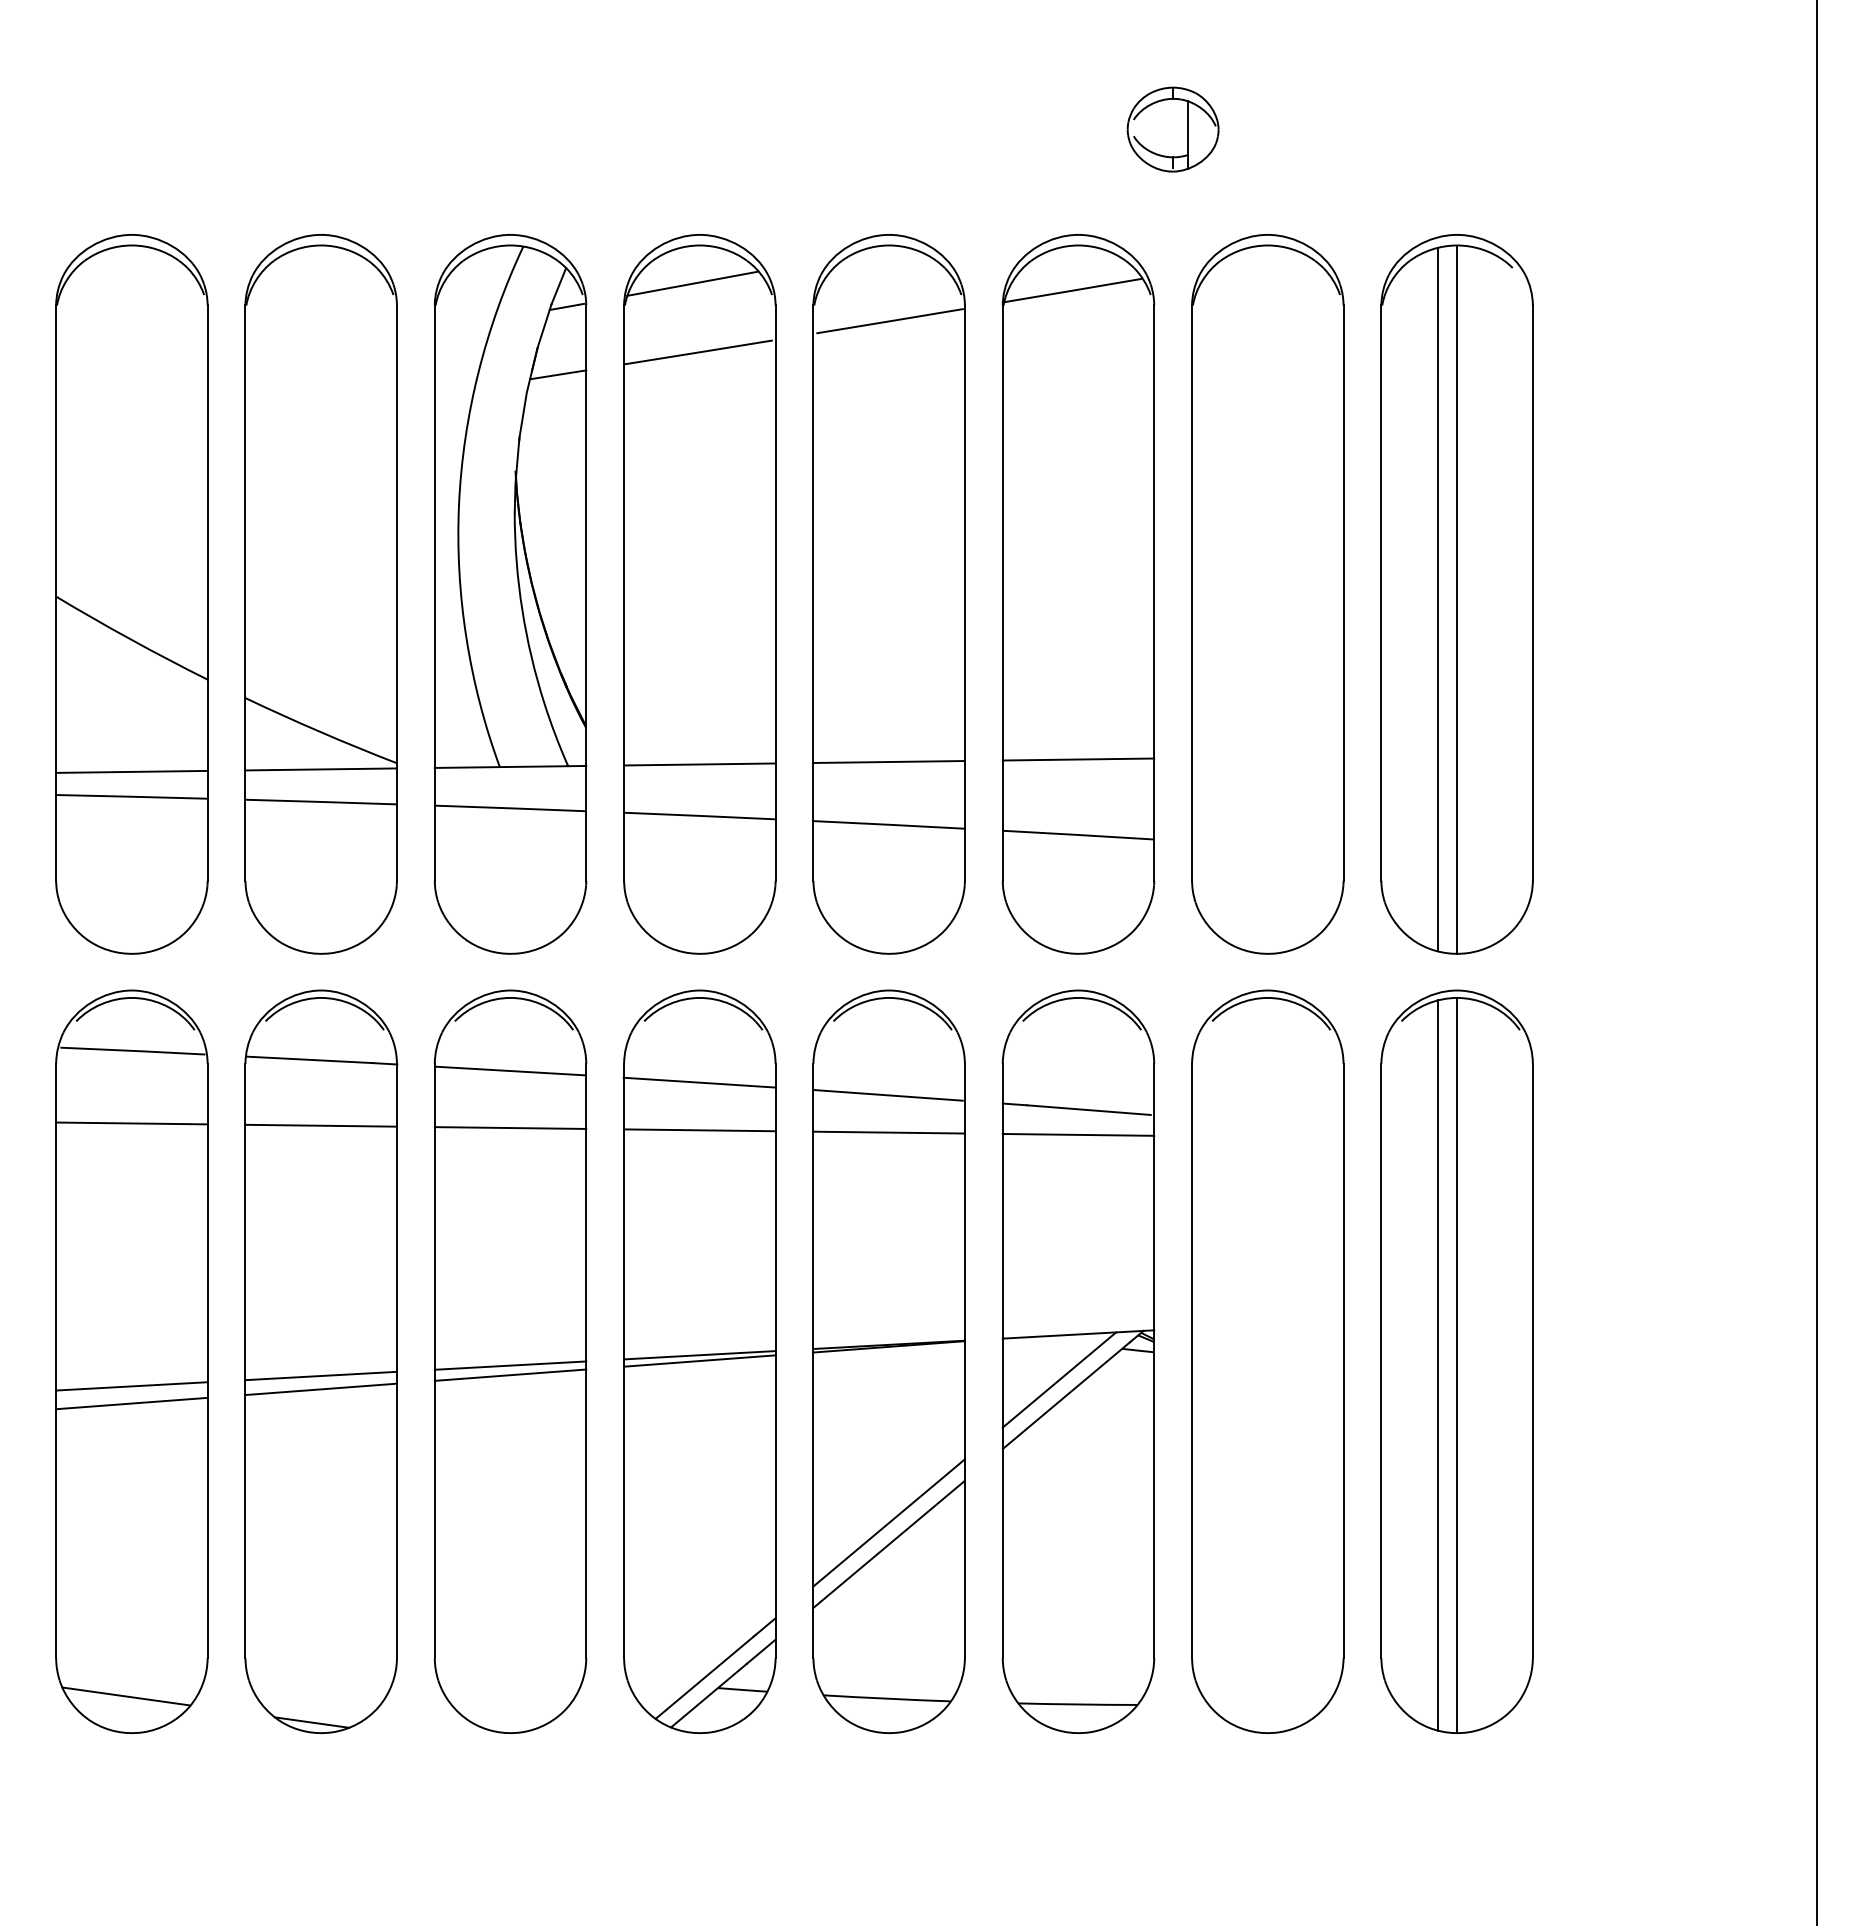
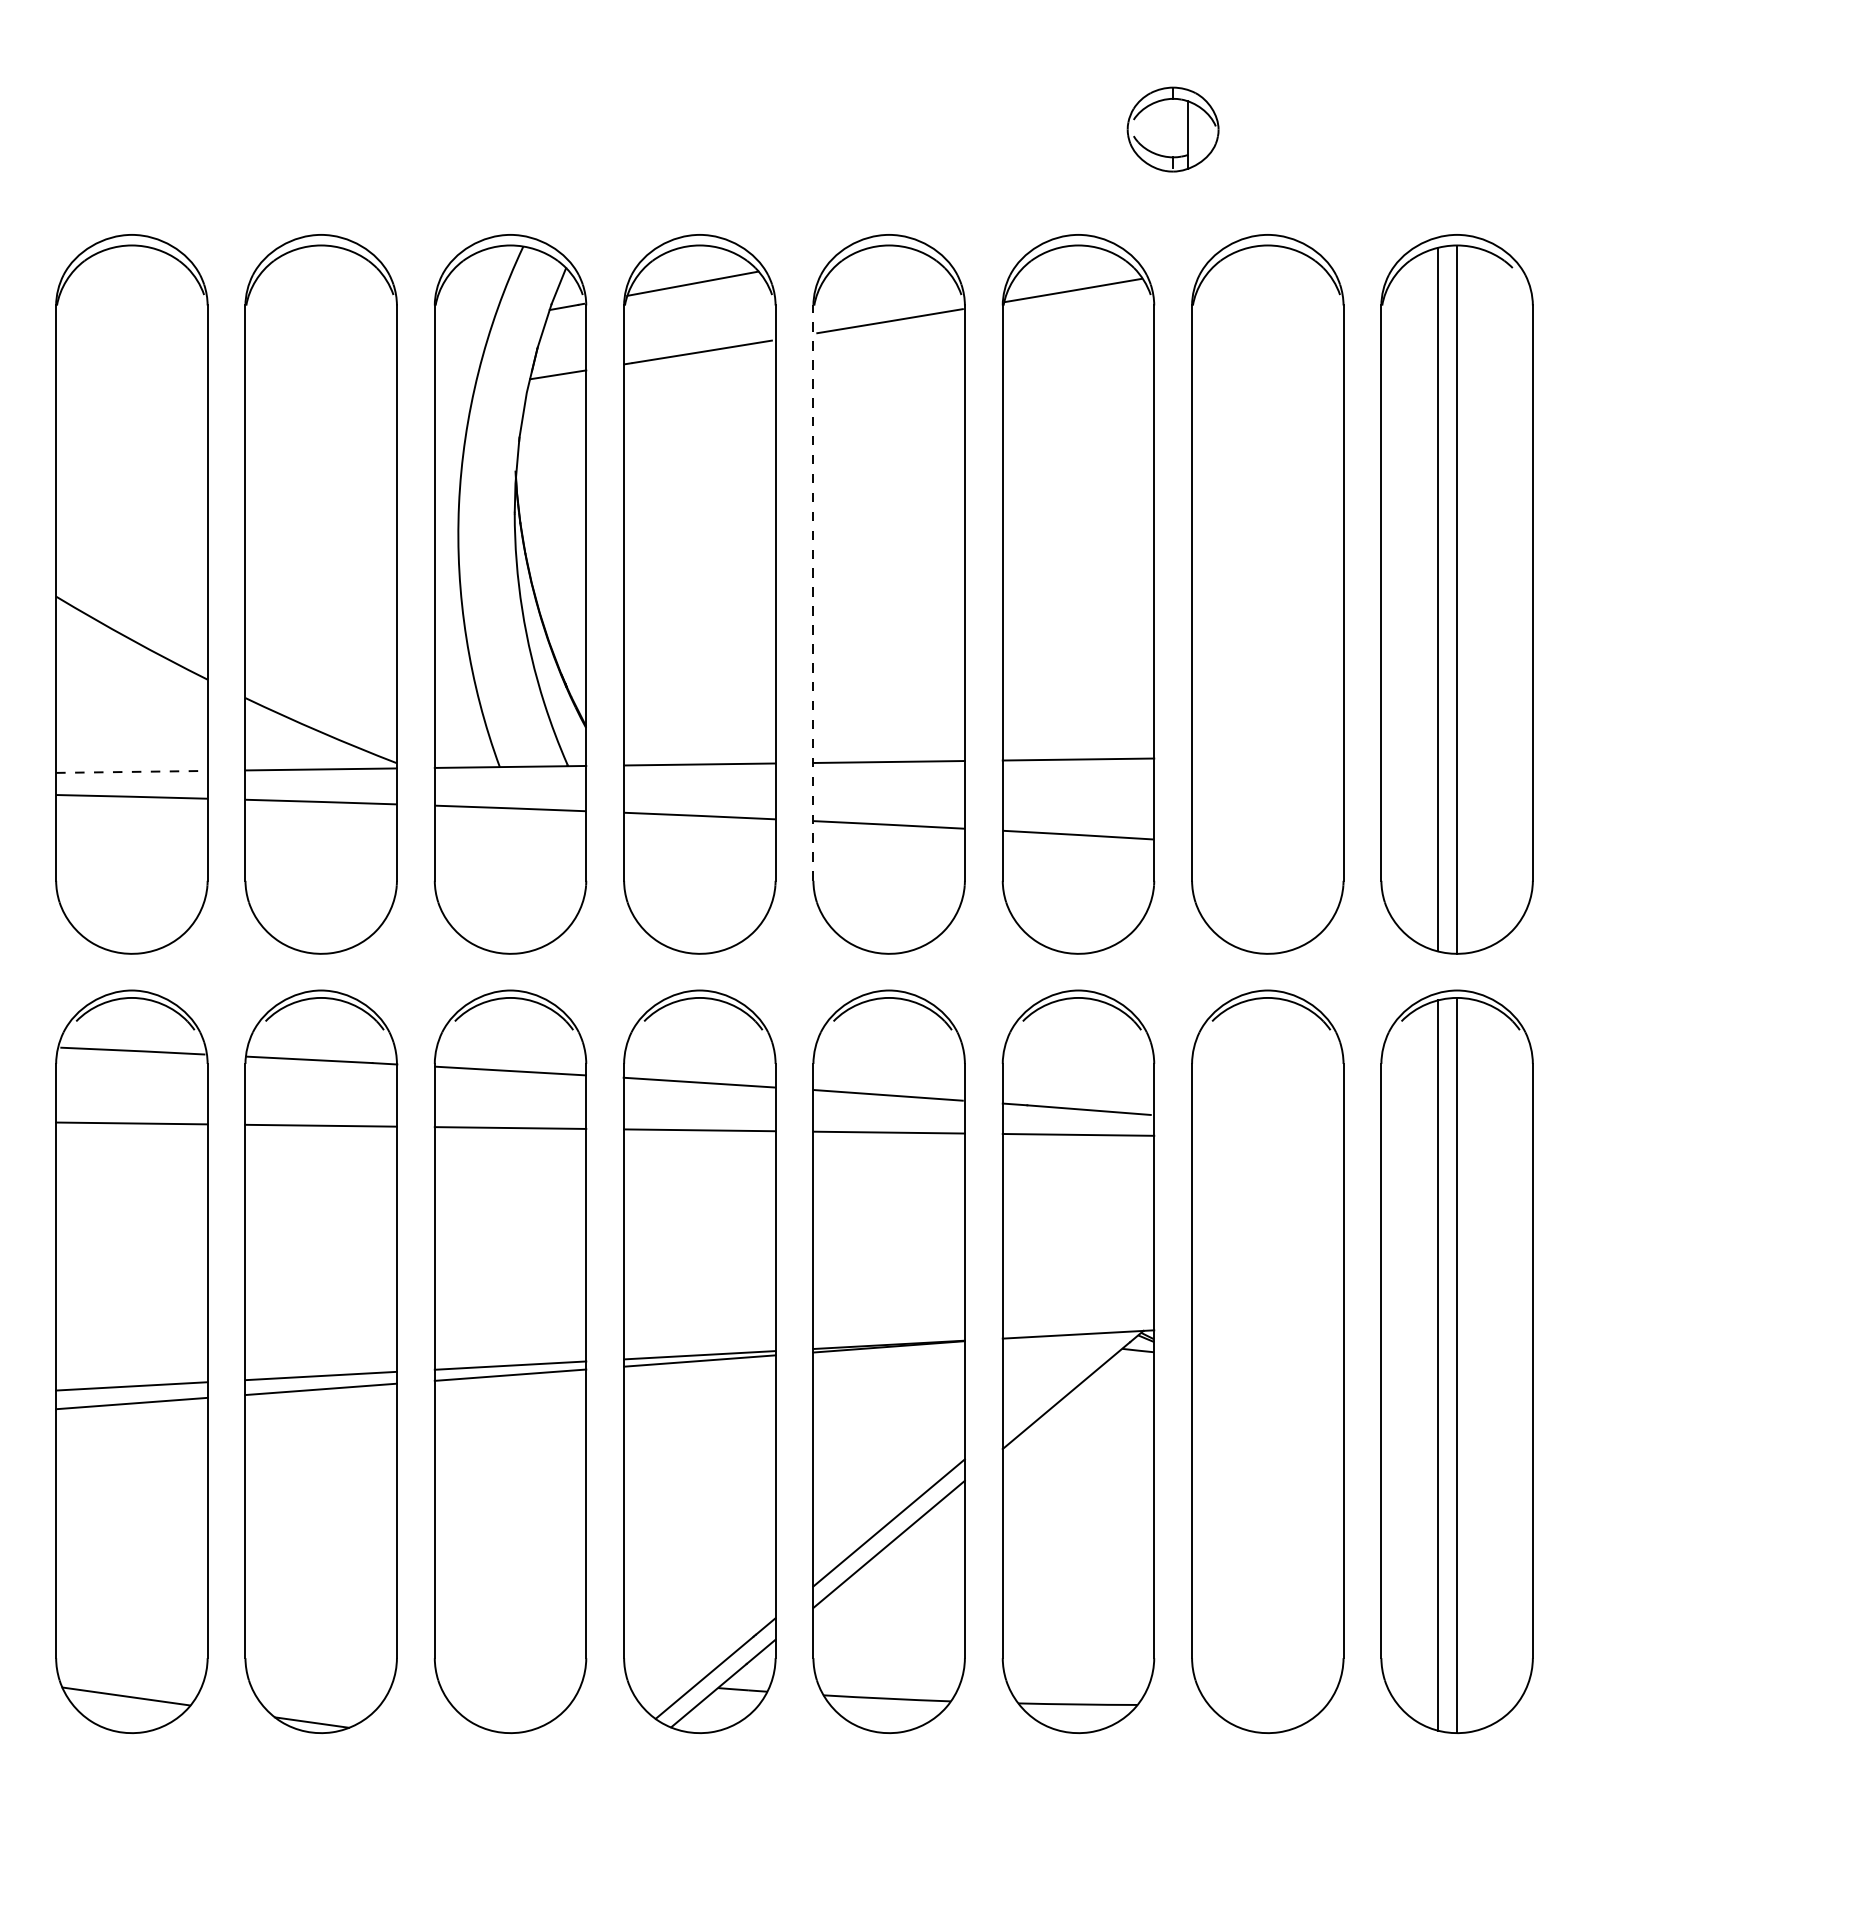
line at (813, 593): solid -> dashed
line at (131, 771): solid -> dashed
line at (1816, 962): present -> none
line at (1059, 1379): present -> none
